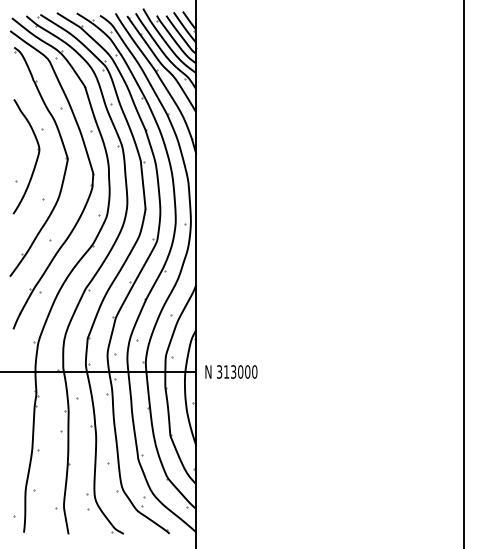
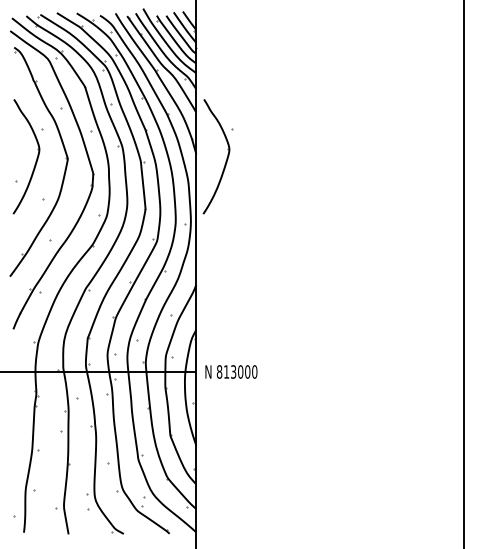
part at (226, 157): none -> present
text at (219, 371): 313000 -> 813000
